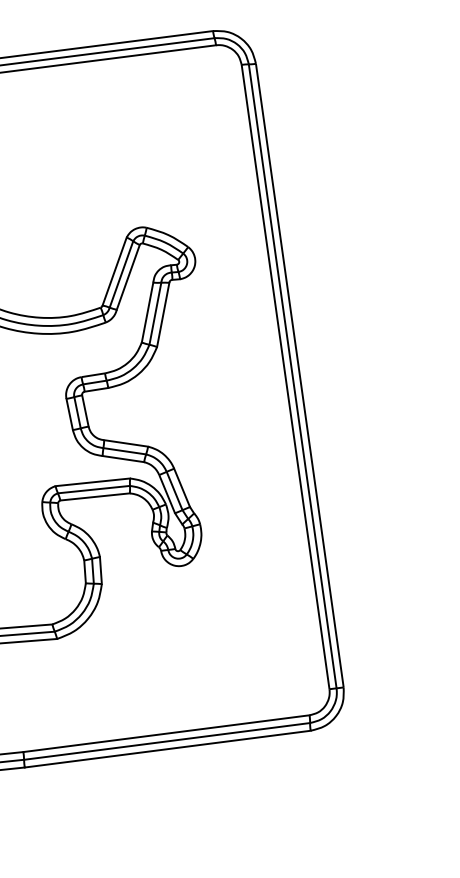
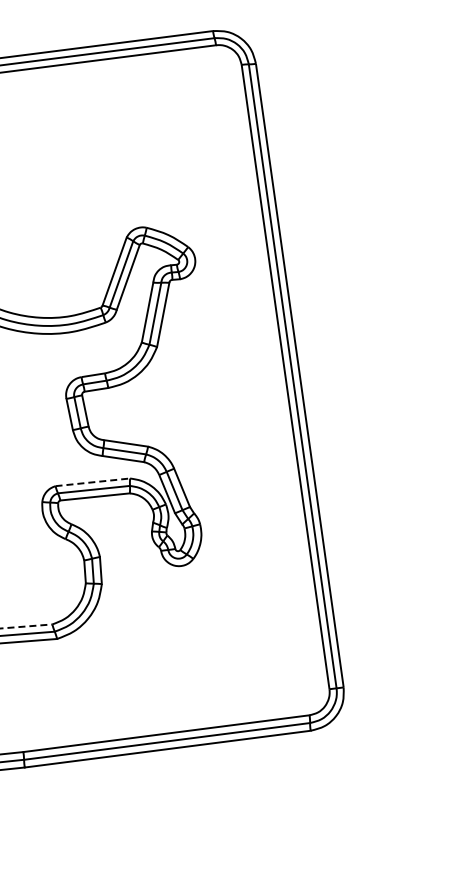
line at (93, 482): solid -> dashed
line at (26, 626): solid -> dashed
